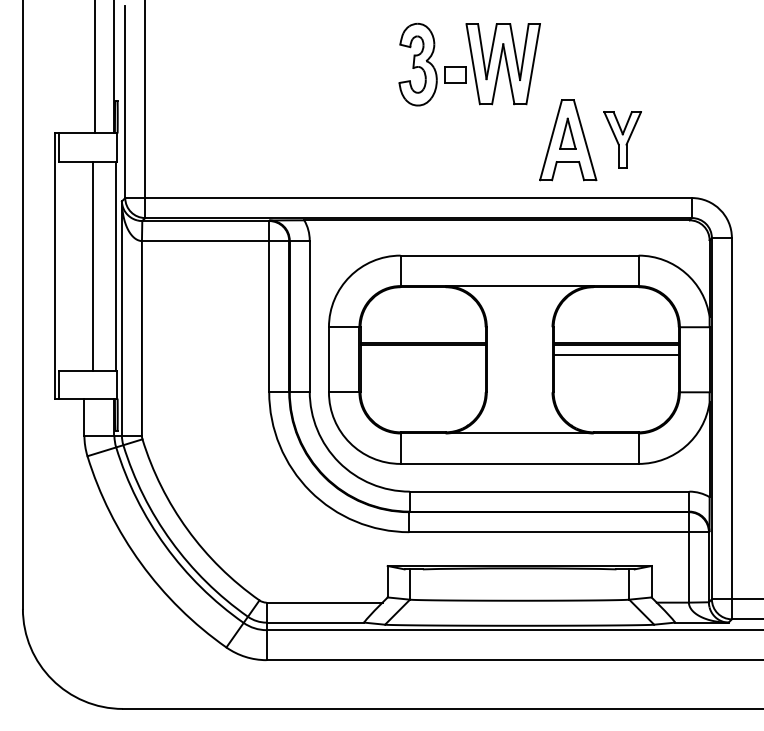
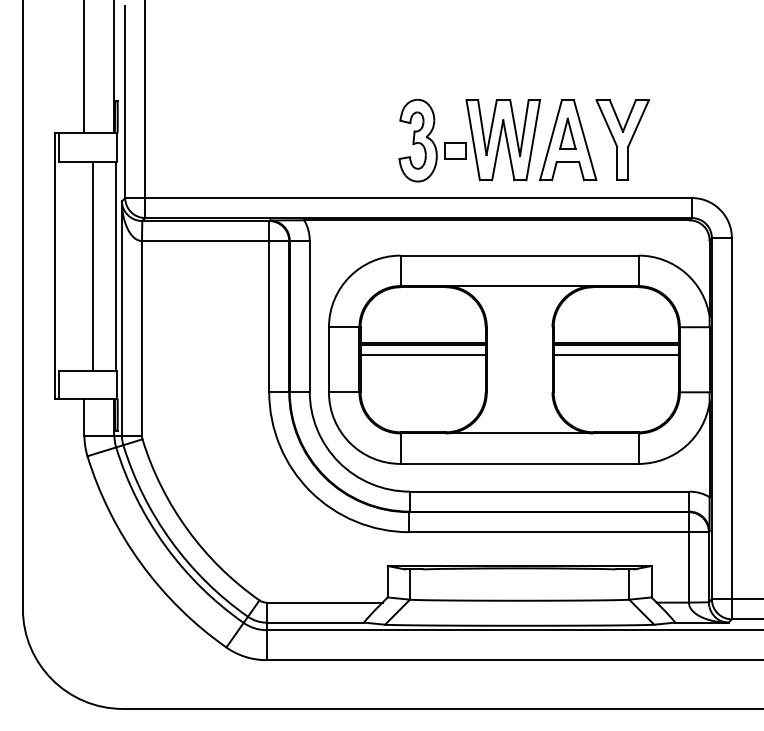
part at (469, 64) position: (469, 64) -> (469, 140)
line at (95, 67) position: (95, 67) -> (84, 67)
part at (622, 139) size: 39x58 px -> 55x82 px
line at (422, 355): none -> present
